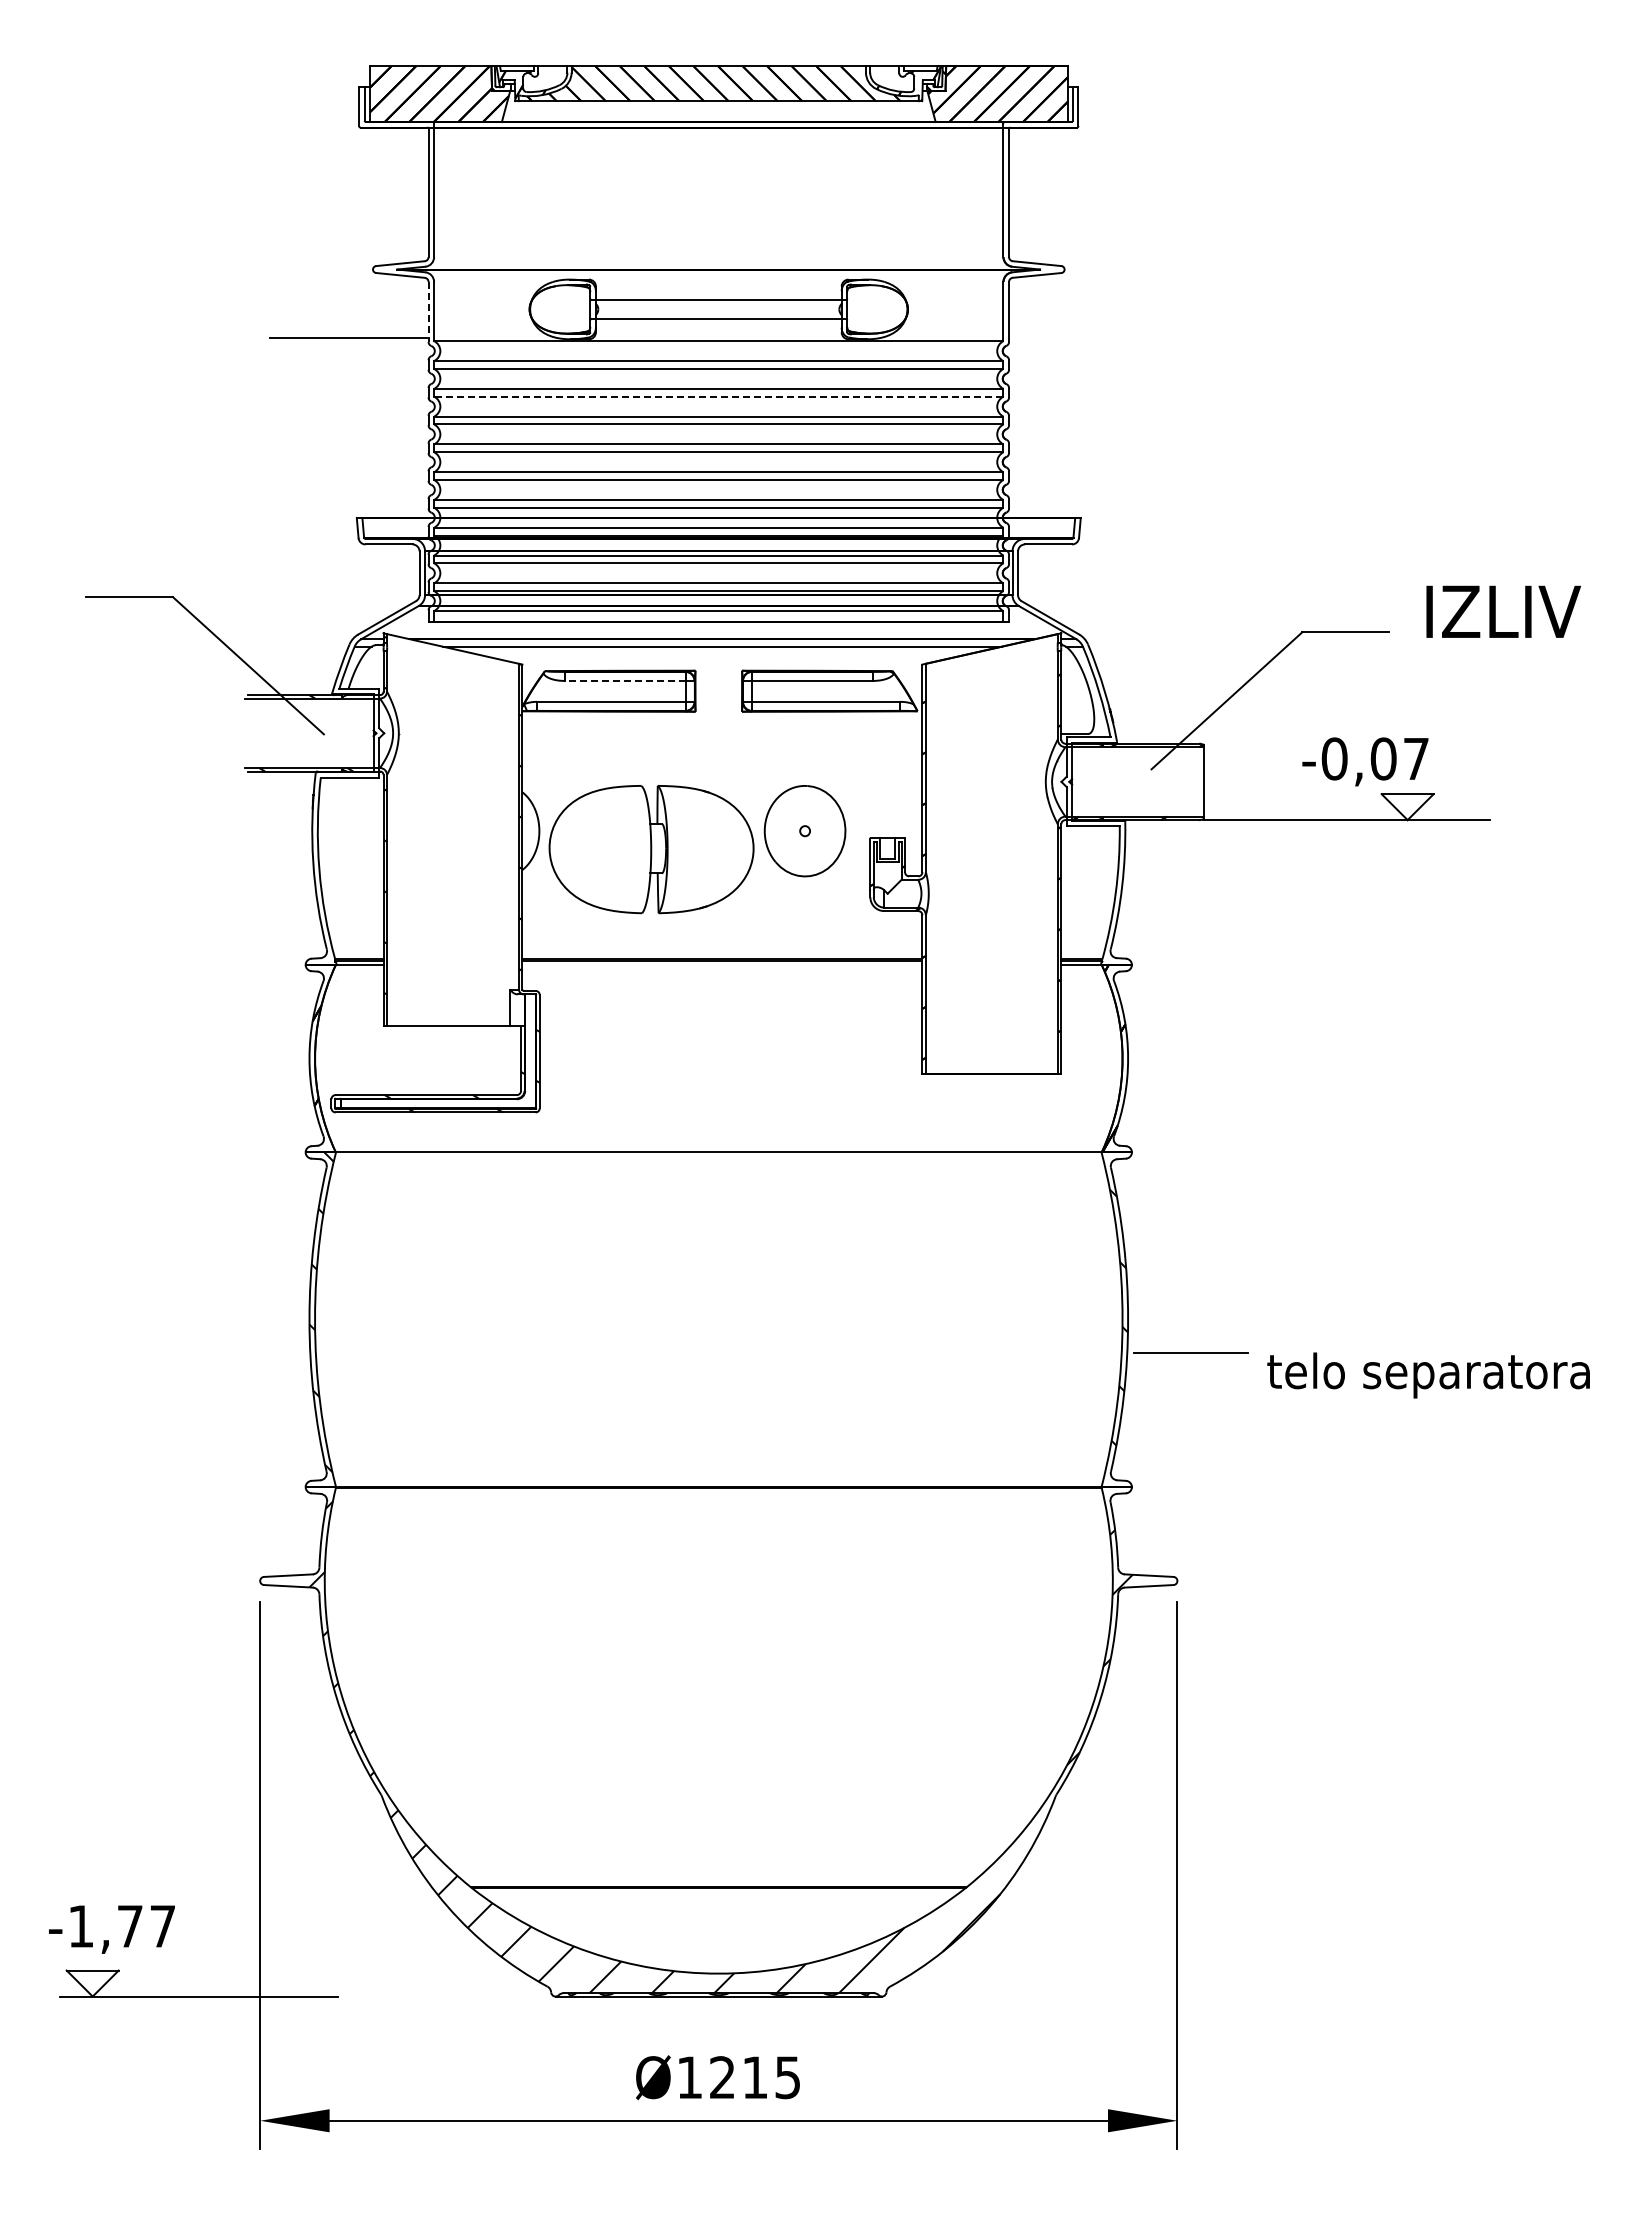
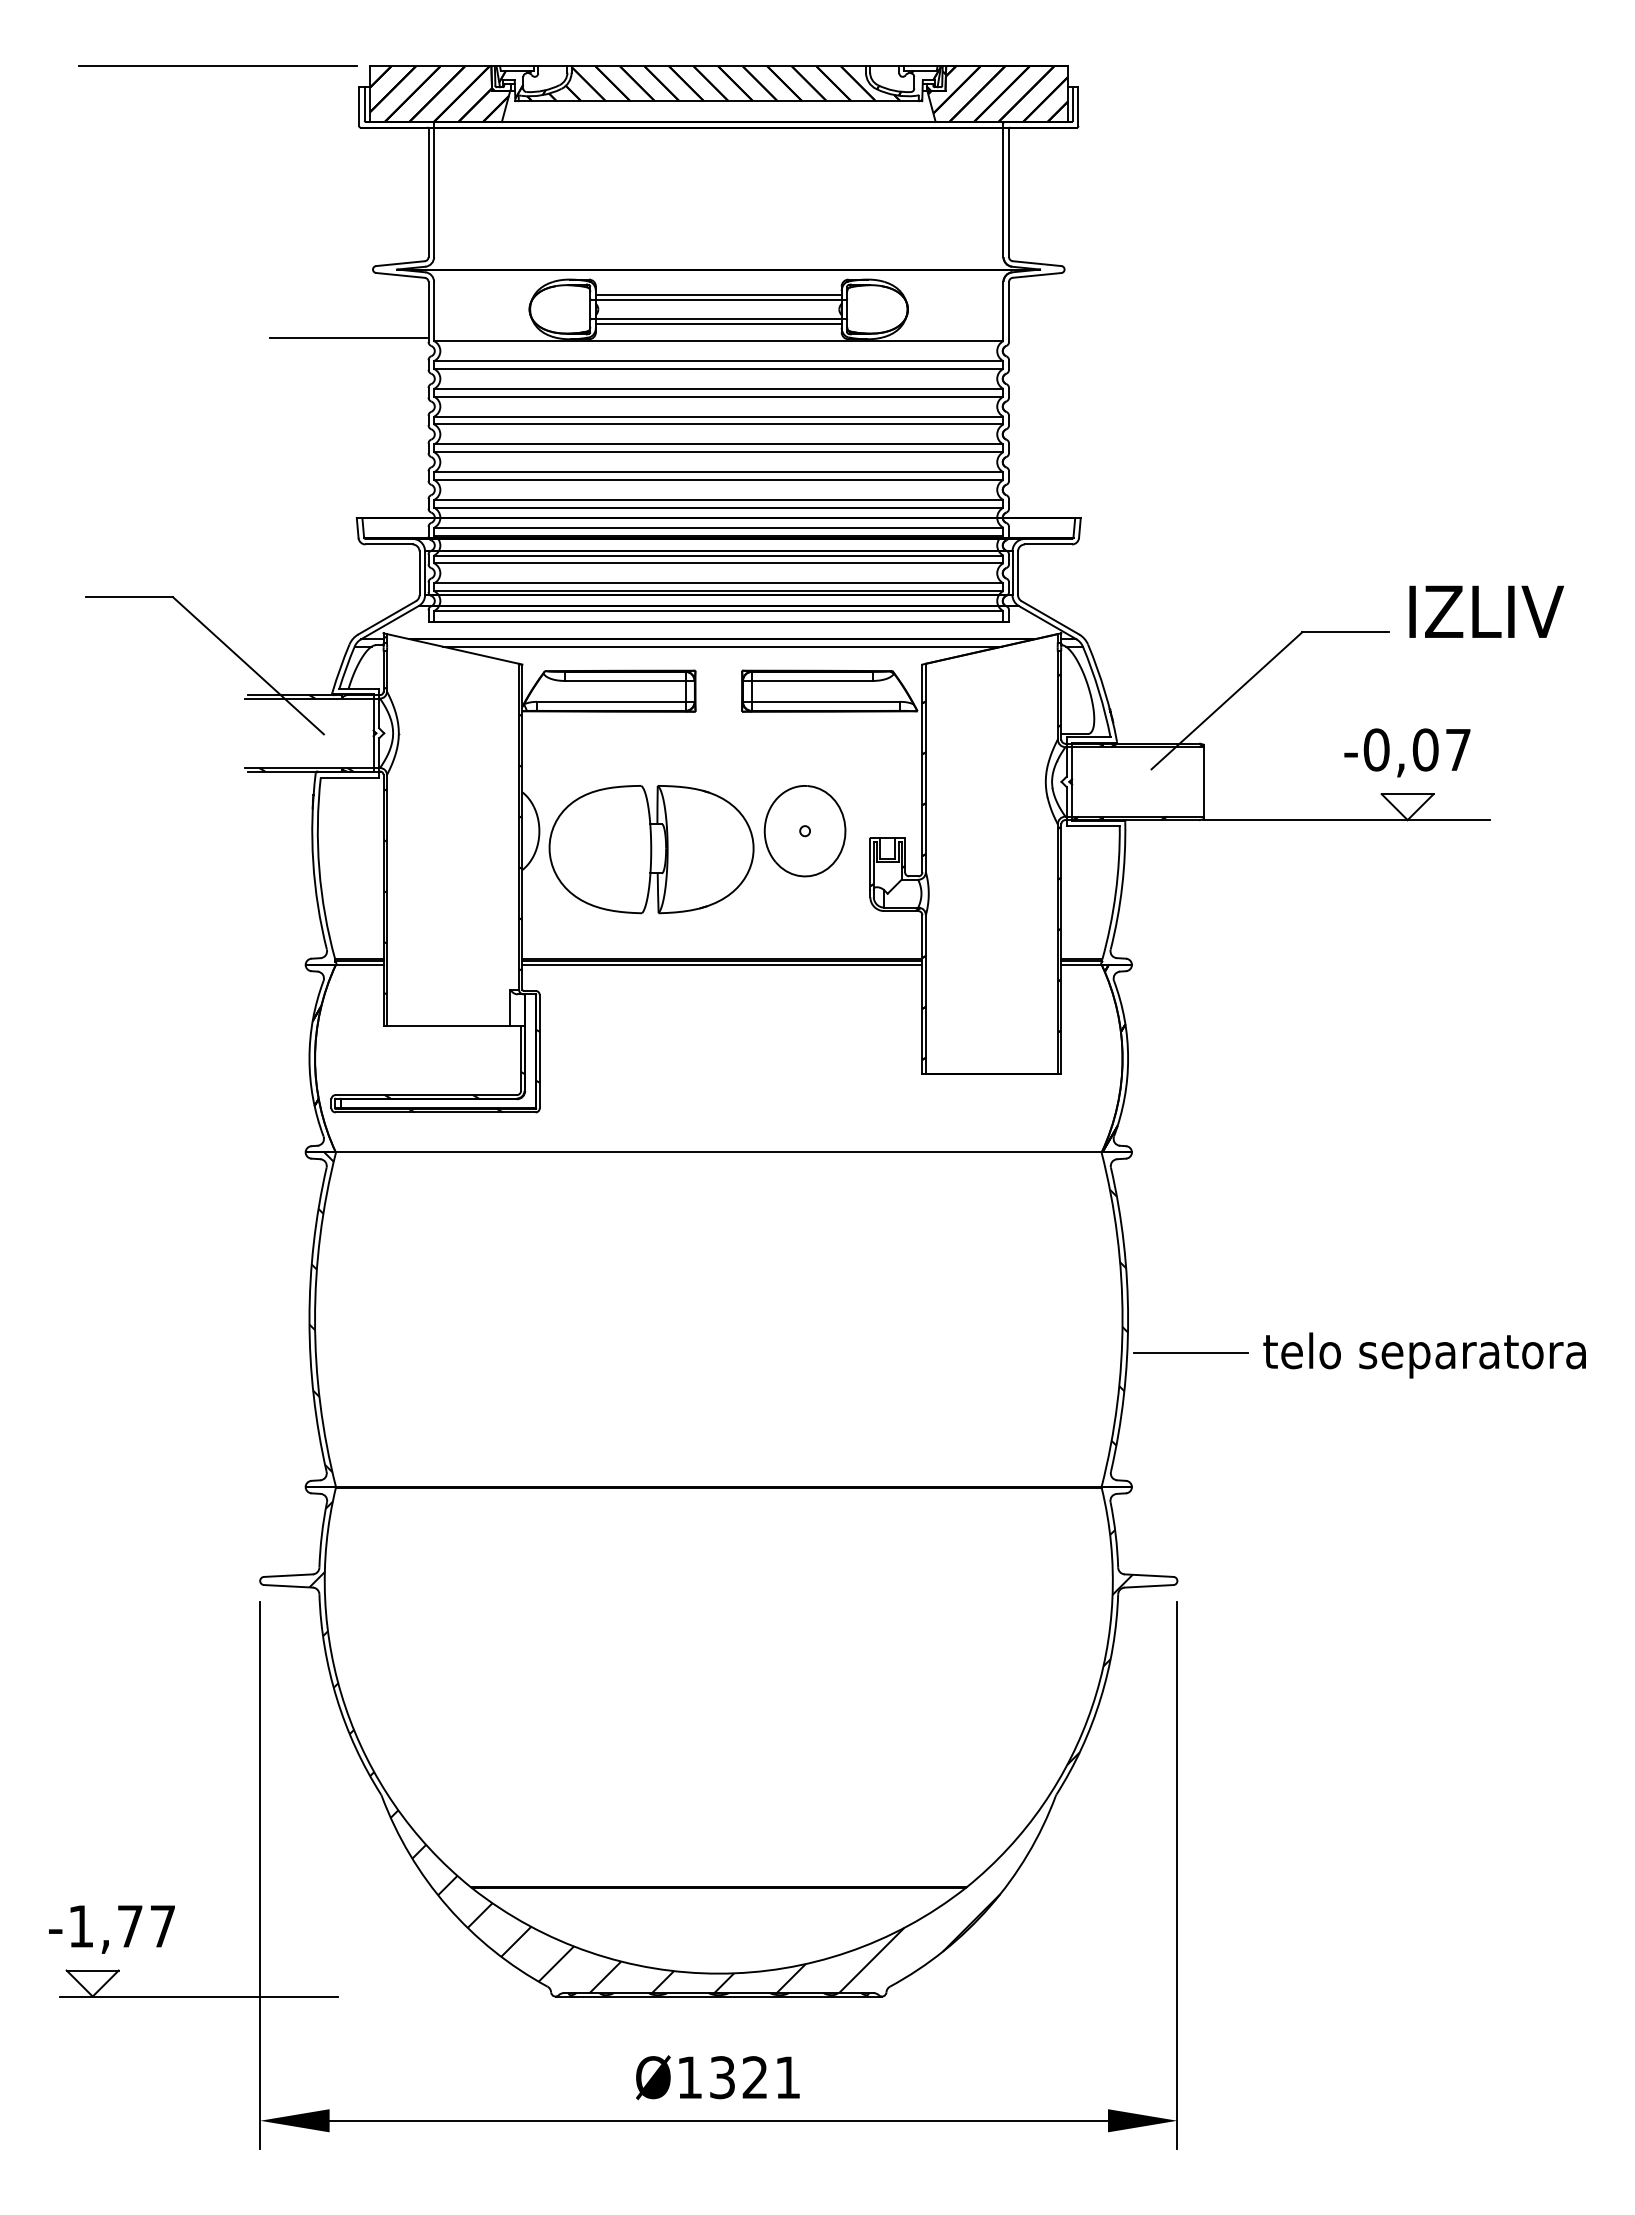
line at (217, 66): none -> present
line at (718, 294): none -> present
line at (428, 312): dashed -> solid
line at (718, 324): none -> present
line at (718, 396): dashed -> solid
text at (1503, 611) position: (1503, 611) -> (1486, 611)
line at (624, 680): dashed -> solid
text at (1365, 761) position: (1365, 761) -> (1407, 752)
line at (722, 964): none -> present
text at (1428, 1375) position: (1428, 1375) -> (1424, 1355)
text at (754, 2077): Ø1215 -> Ø1321
